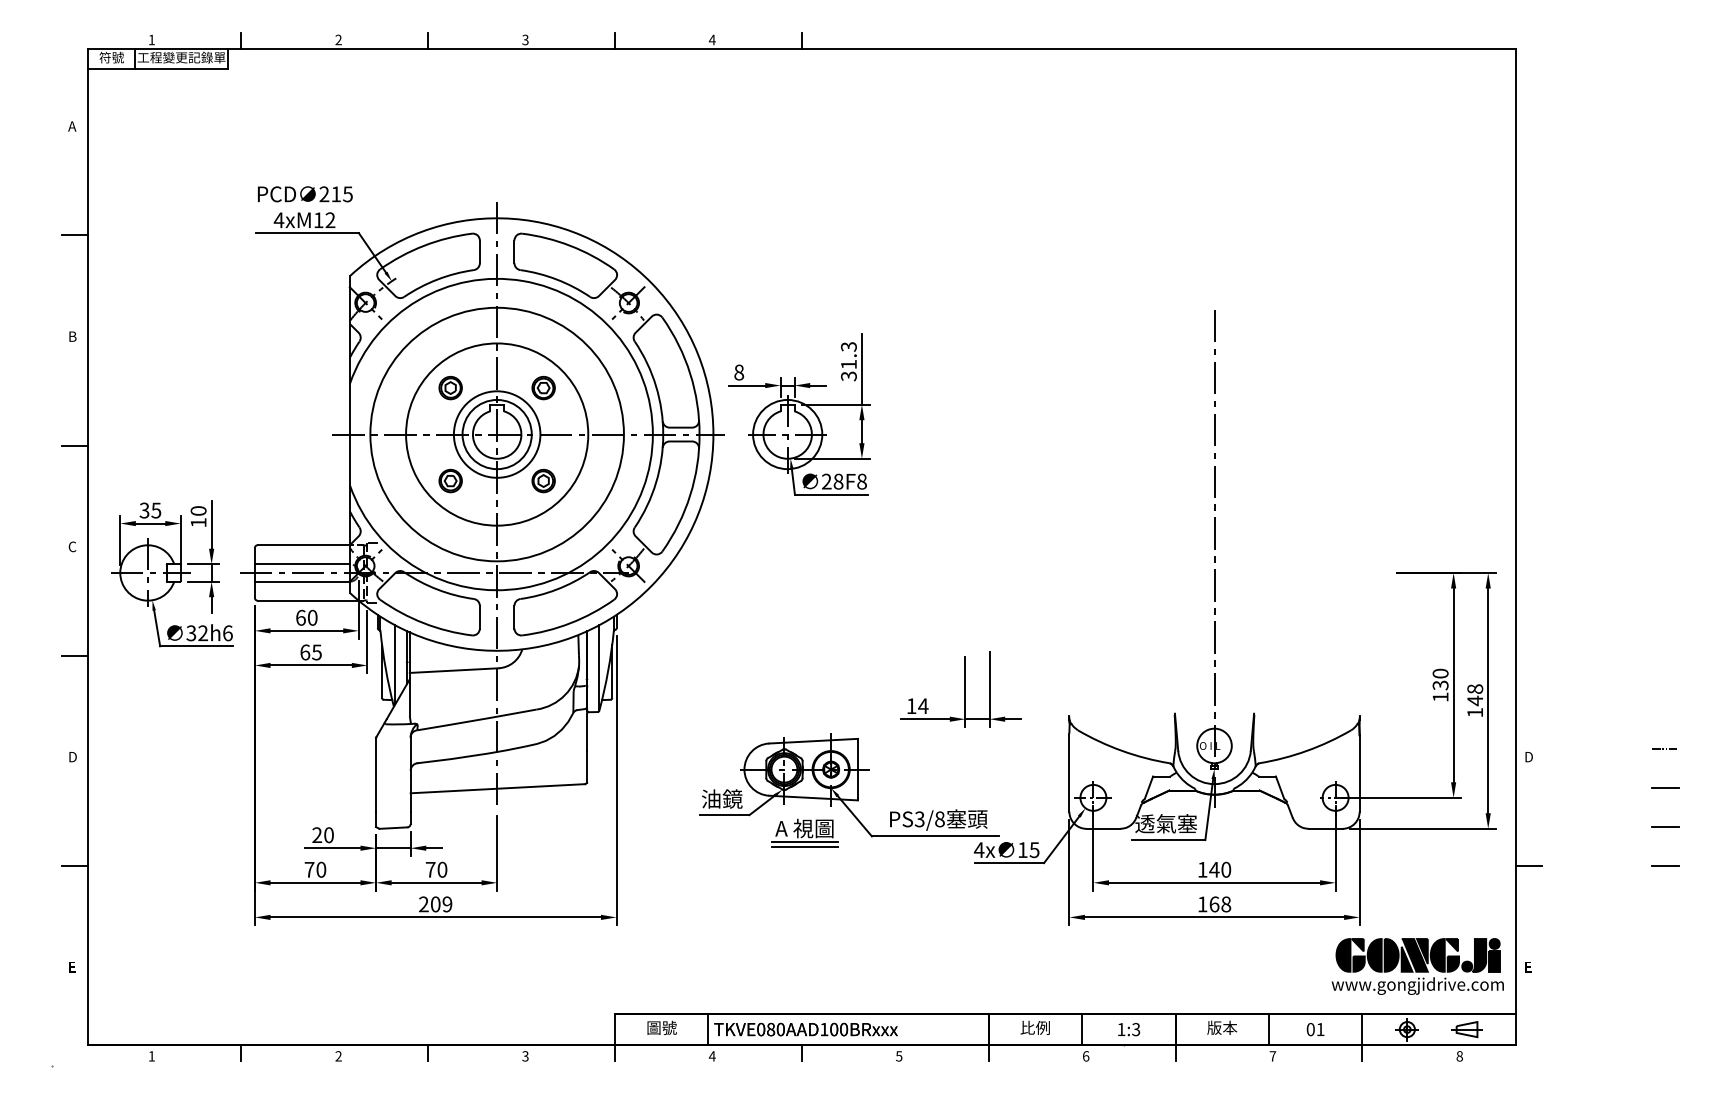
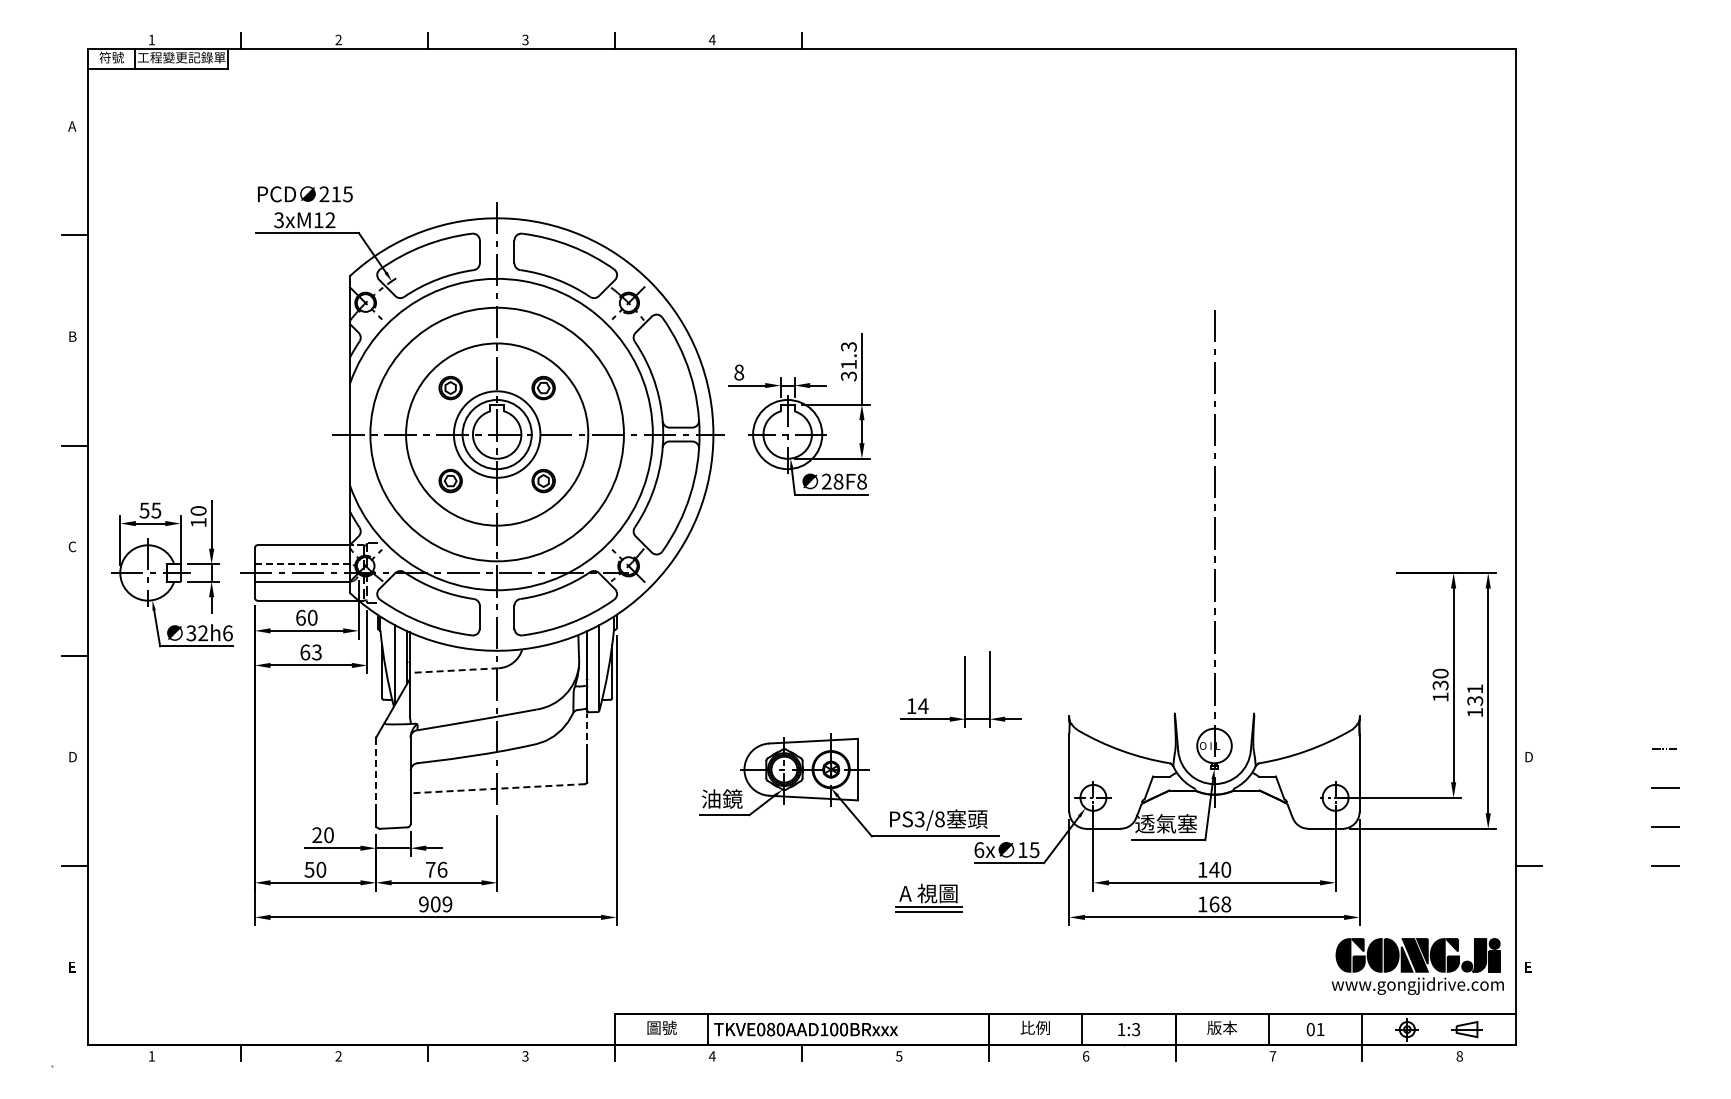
text at (278, 220): 4xM12 -> 3xM12
text at (144, 509): 35 -> 55
line at (302, 564): solid -> dashed
text at (316, 651): 65 -> 63
line at (453, 670): solid -> dashed
text at (1475, 695): 148 -> 131
line at (587, 732): solid -> dashed
line at (376, 774): solid -> dashed
line at (497, 788): solid -> dashed
part at (804, 832) position: (804, 832) -> (928, 897)
text at (978, 850): 4x -> 6x
text at (309, 869): 70 -> 50
text at (442, 869): 70 -> 76
text at (423, 904): 209 -> 909
